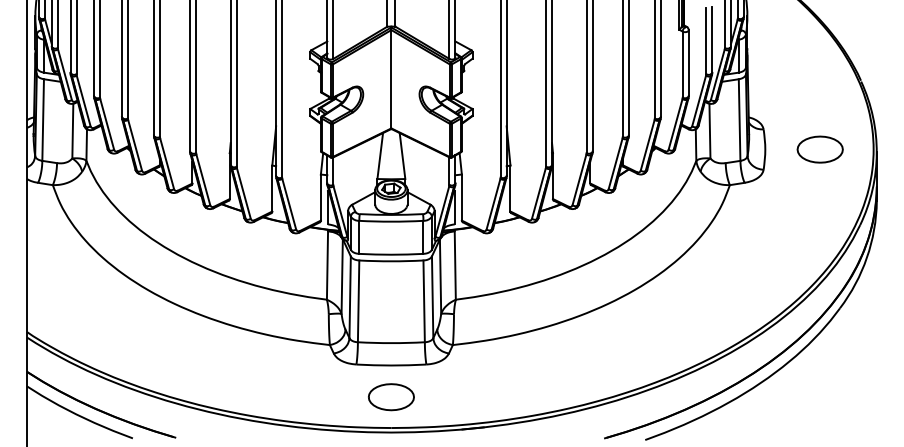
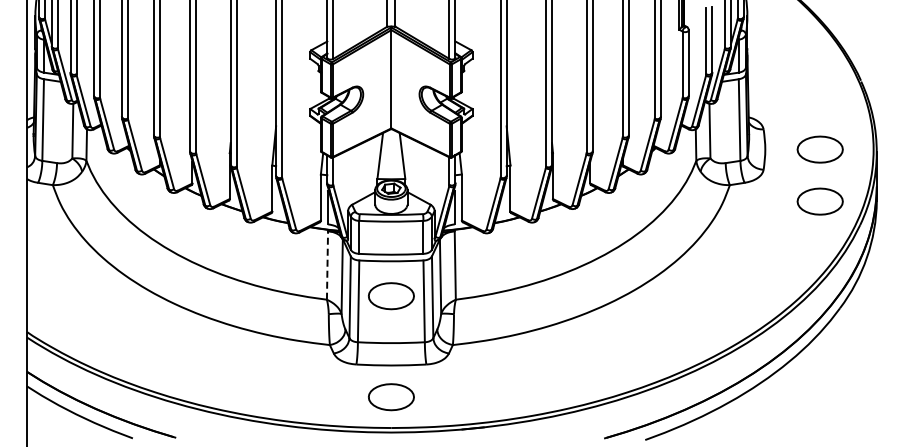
part at (819, 201): none -> present
line at (327, 264): solid -> dashed
part at (391, 296): none -> present
